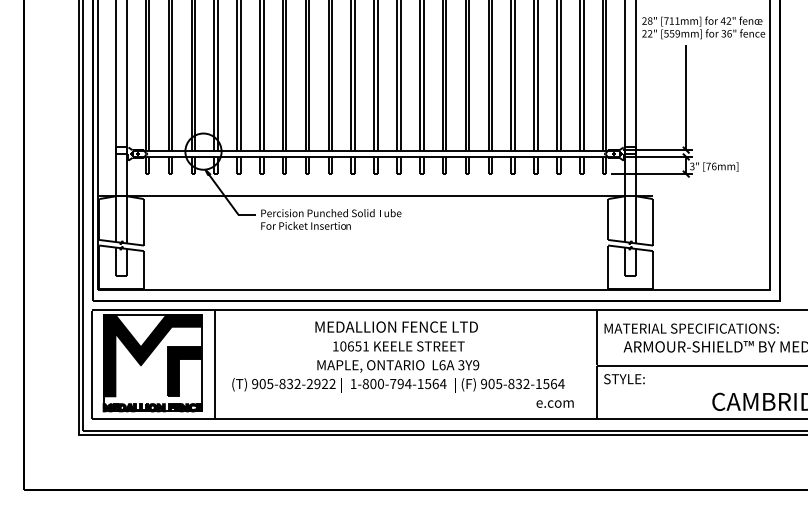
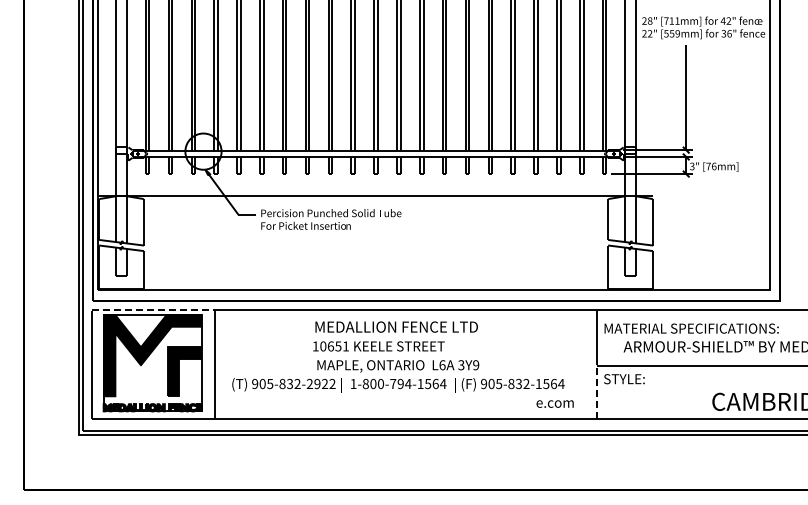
line at (153, 310): solid -> dashed
text at (398, 346) position: (398, 346) -> (378, 346)
line at (596, 391): solid -> dashed
